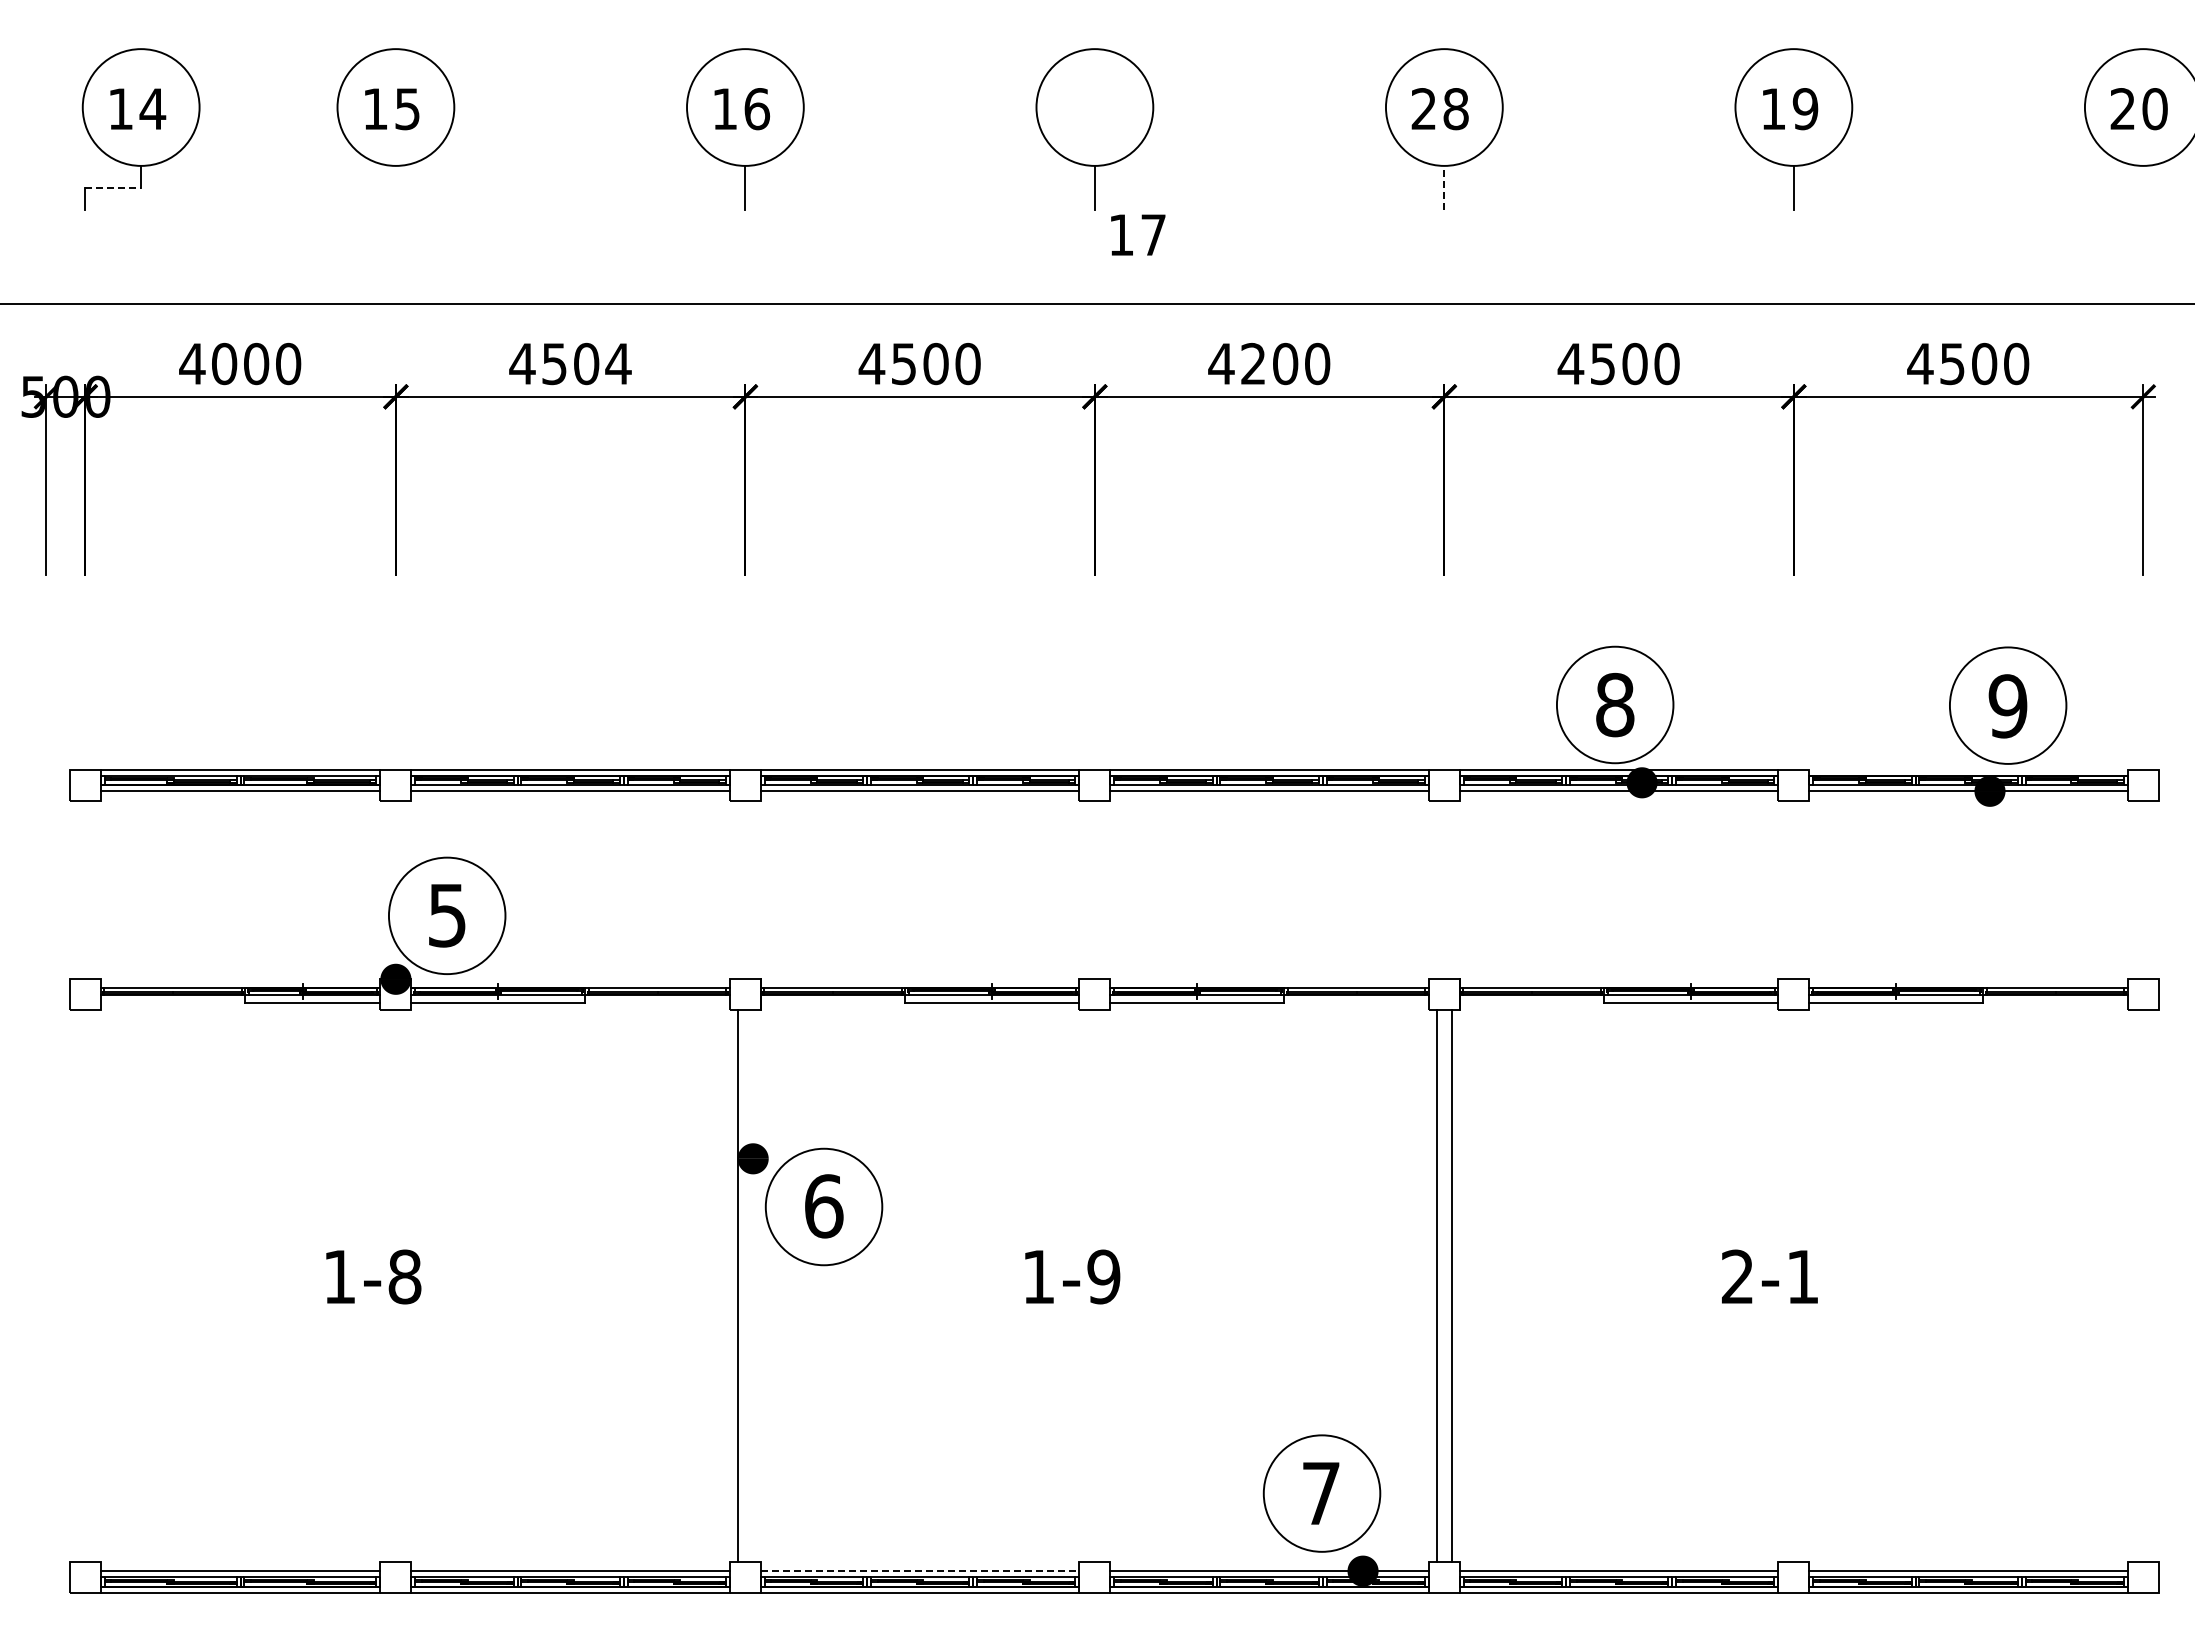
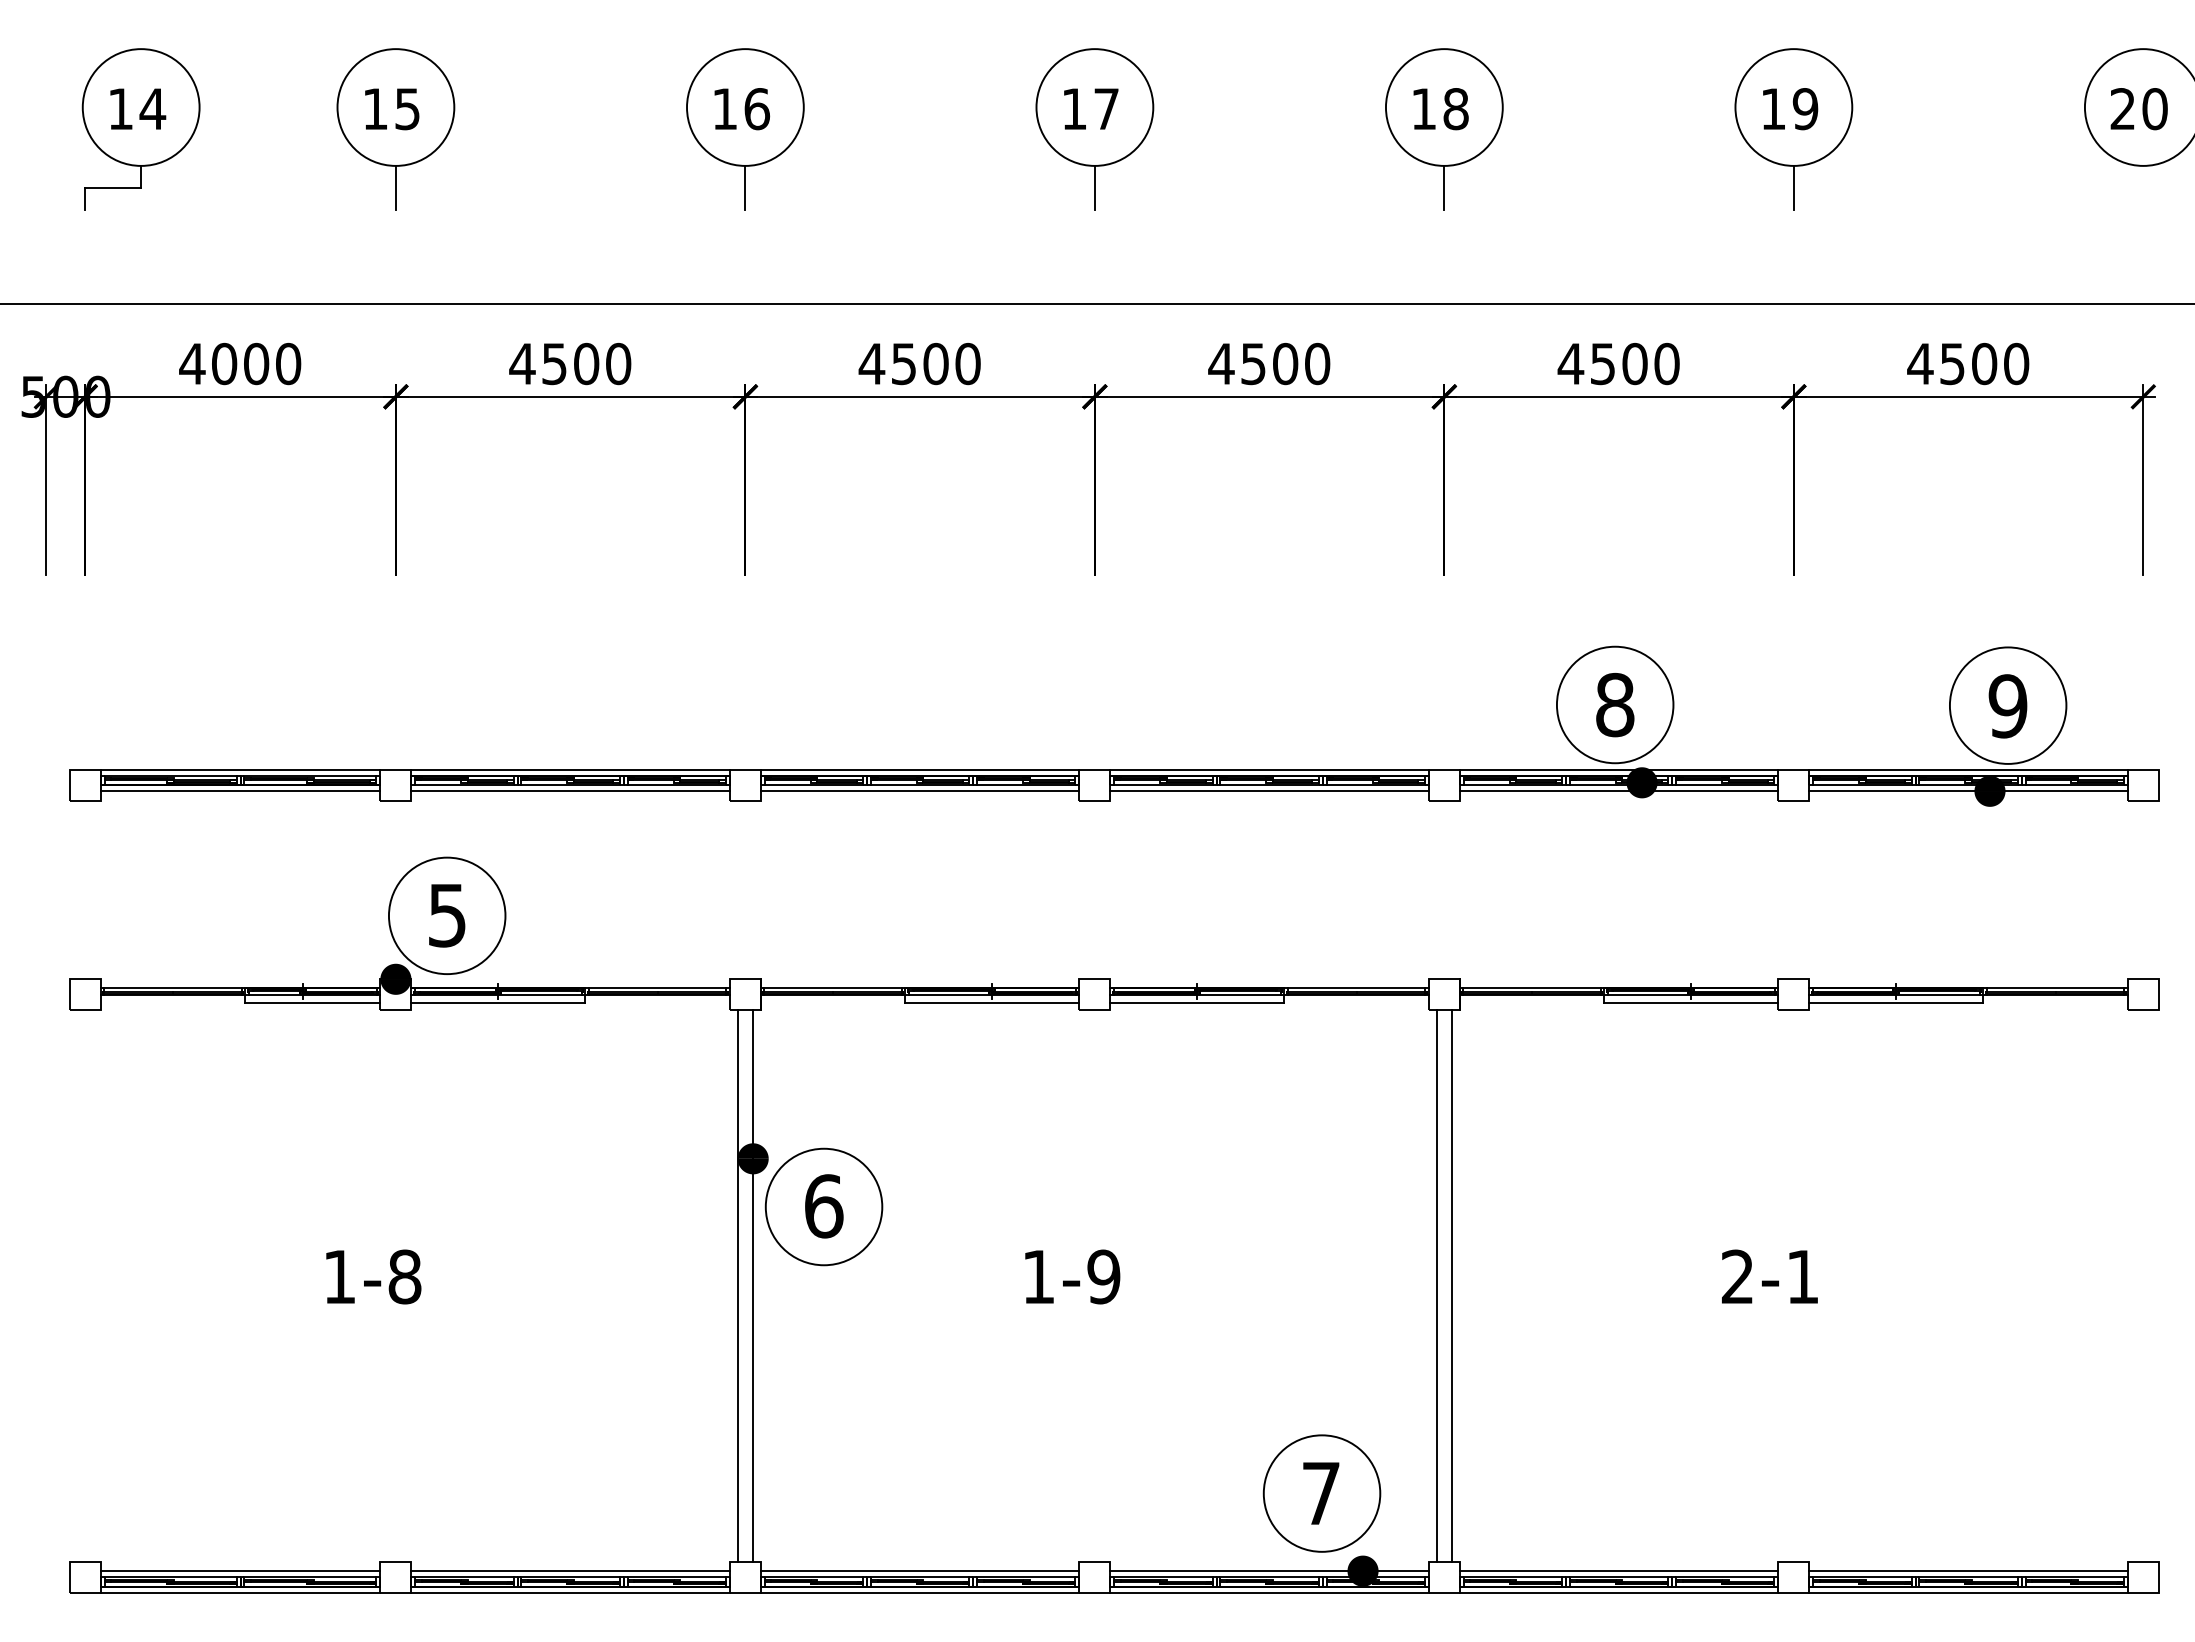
text at (1423, 108): 28 -> 18
line at (395, 187): none -> present
line at (1444, 187): dashed -> solid
line at (113, 188): dashed -> solid
text at (1138, 234) position: (1138, 234) -> (1091, 108)
text at (618, 363): 4504 -> 4500
text at (1253, 363): 4200 -> 4500
line at (1968, 769): none -> present
line at (753, 1285): none -> present
line at (920, 1571): dashed -> solid
